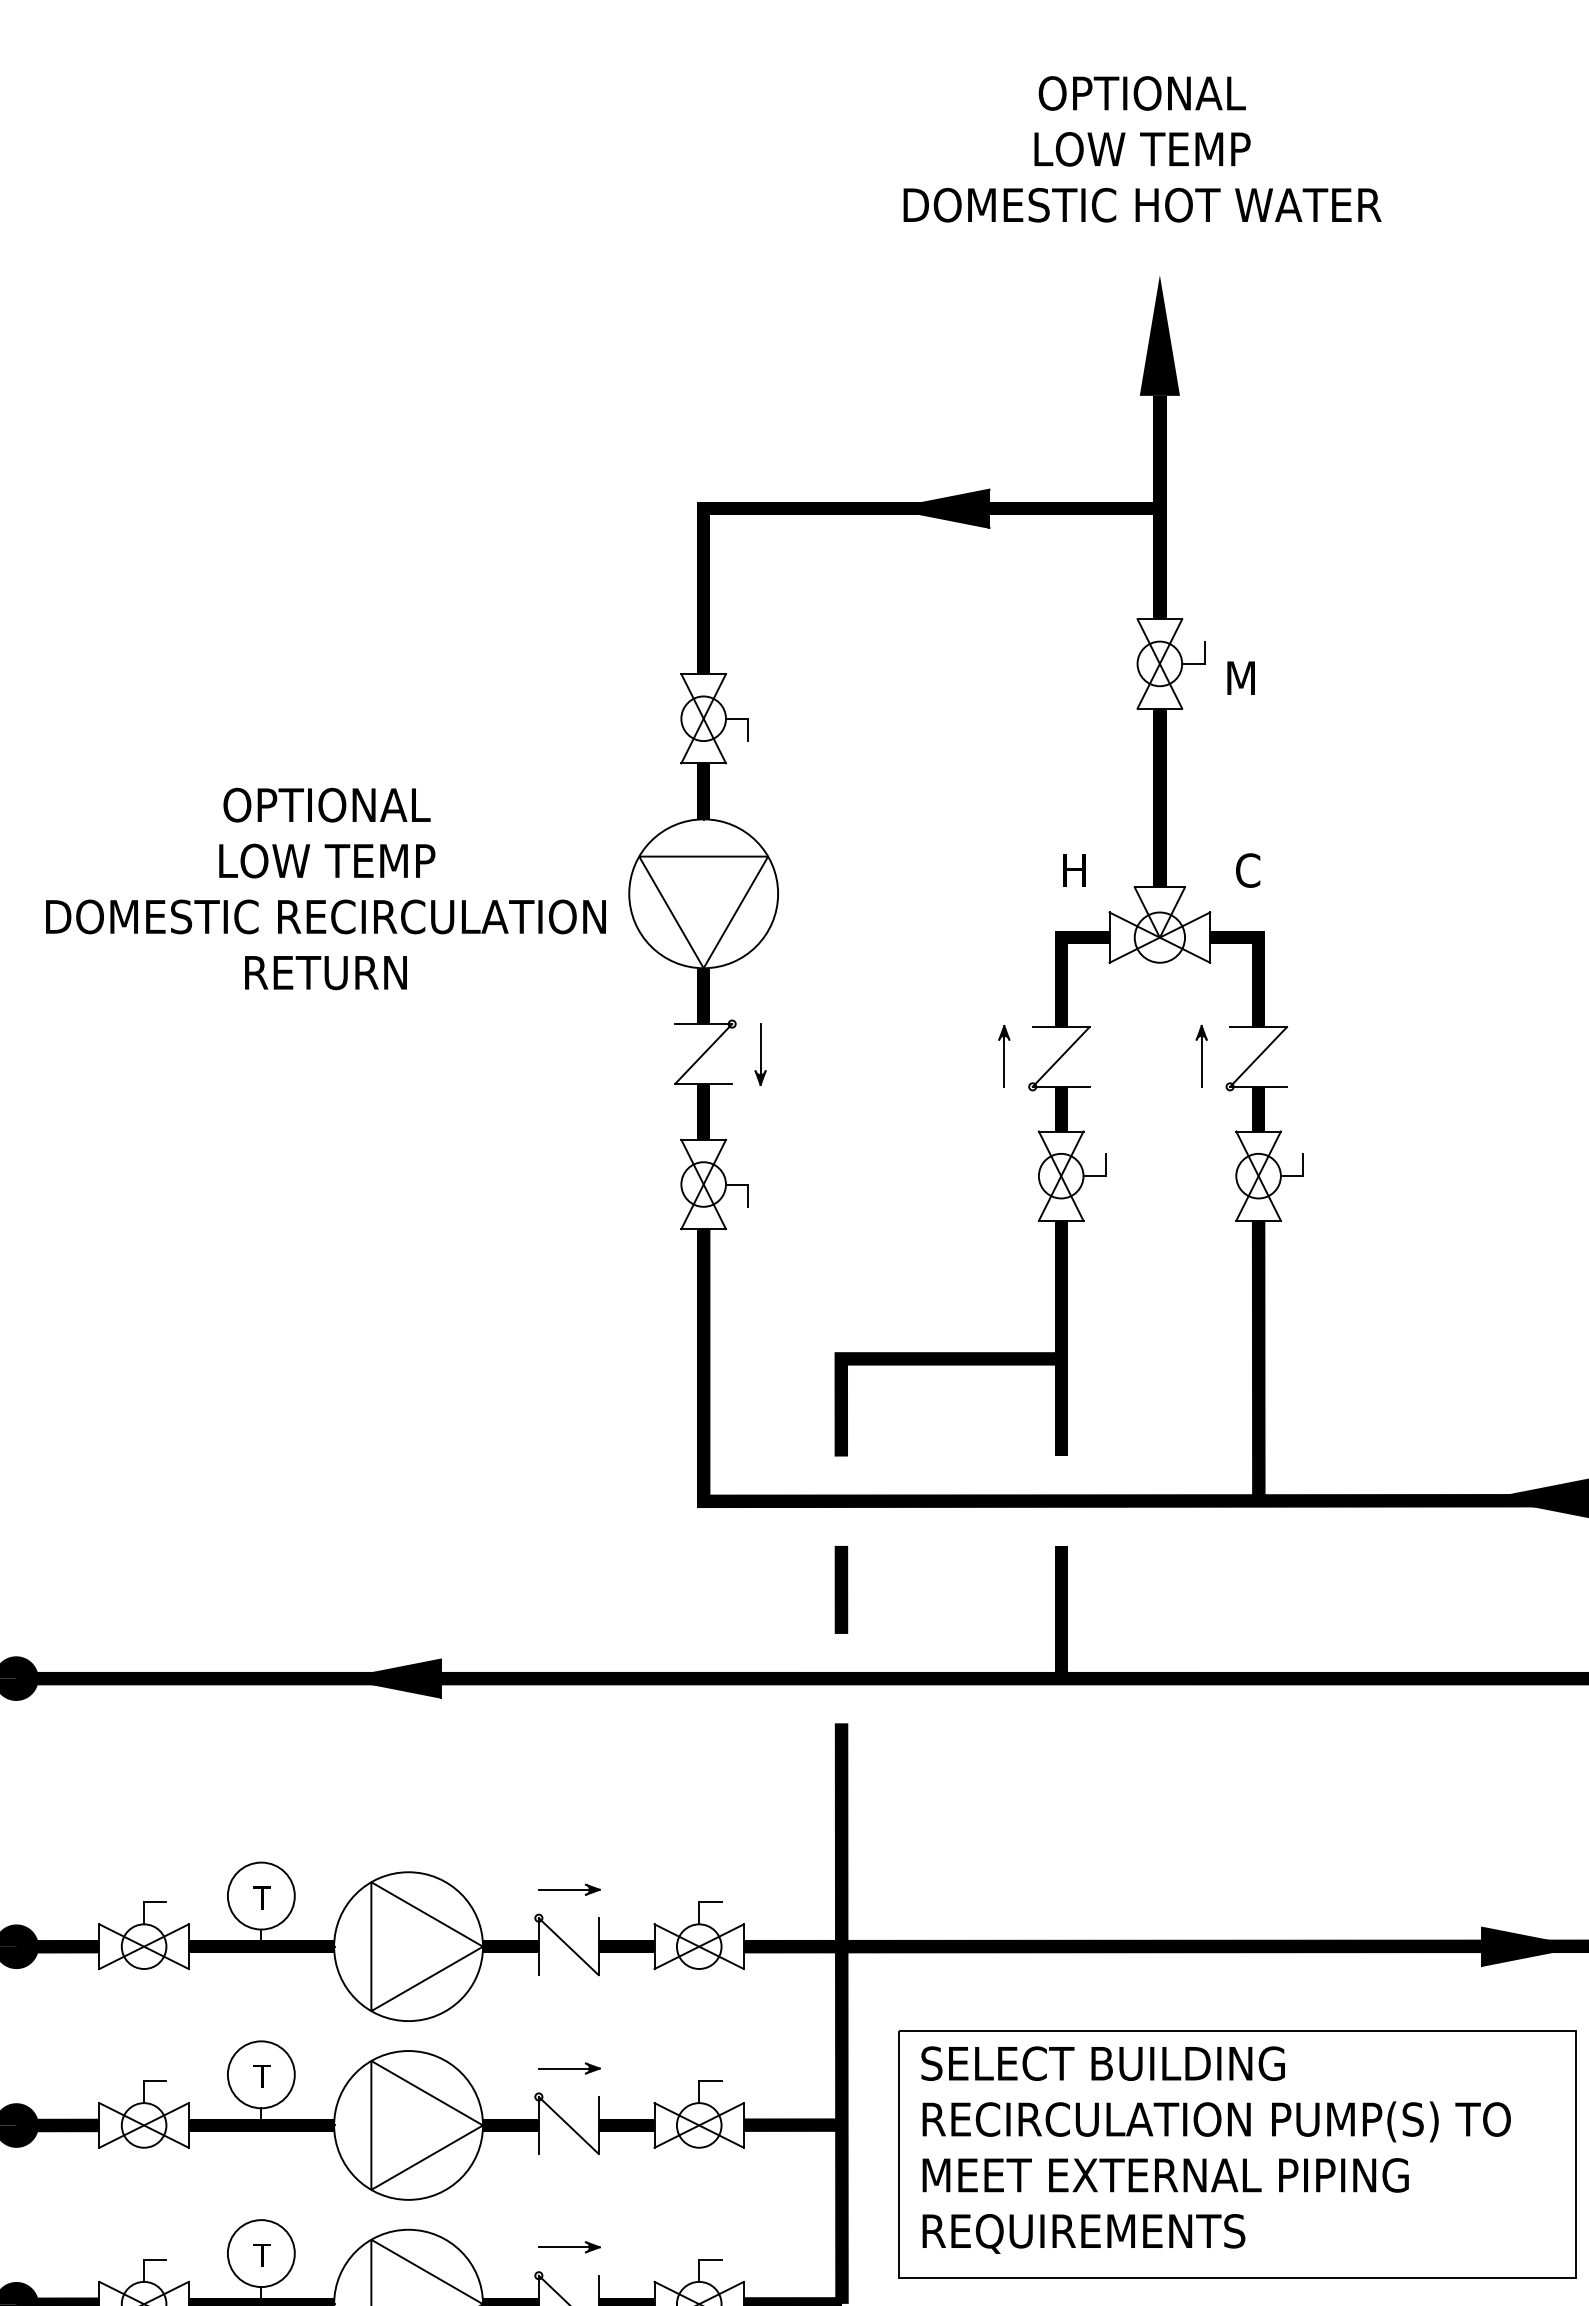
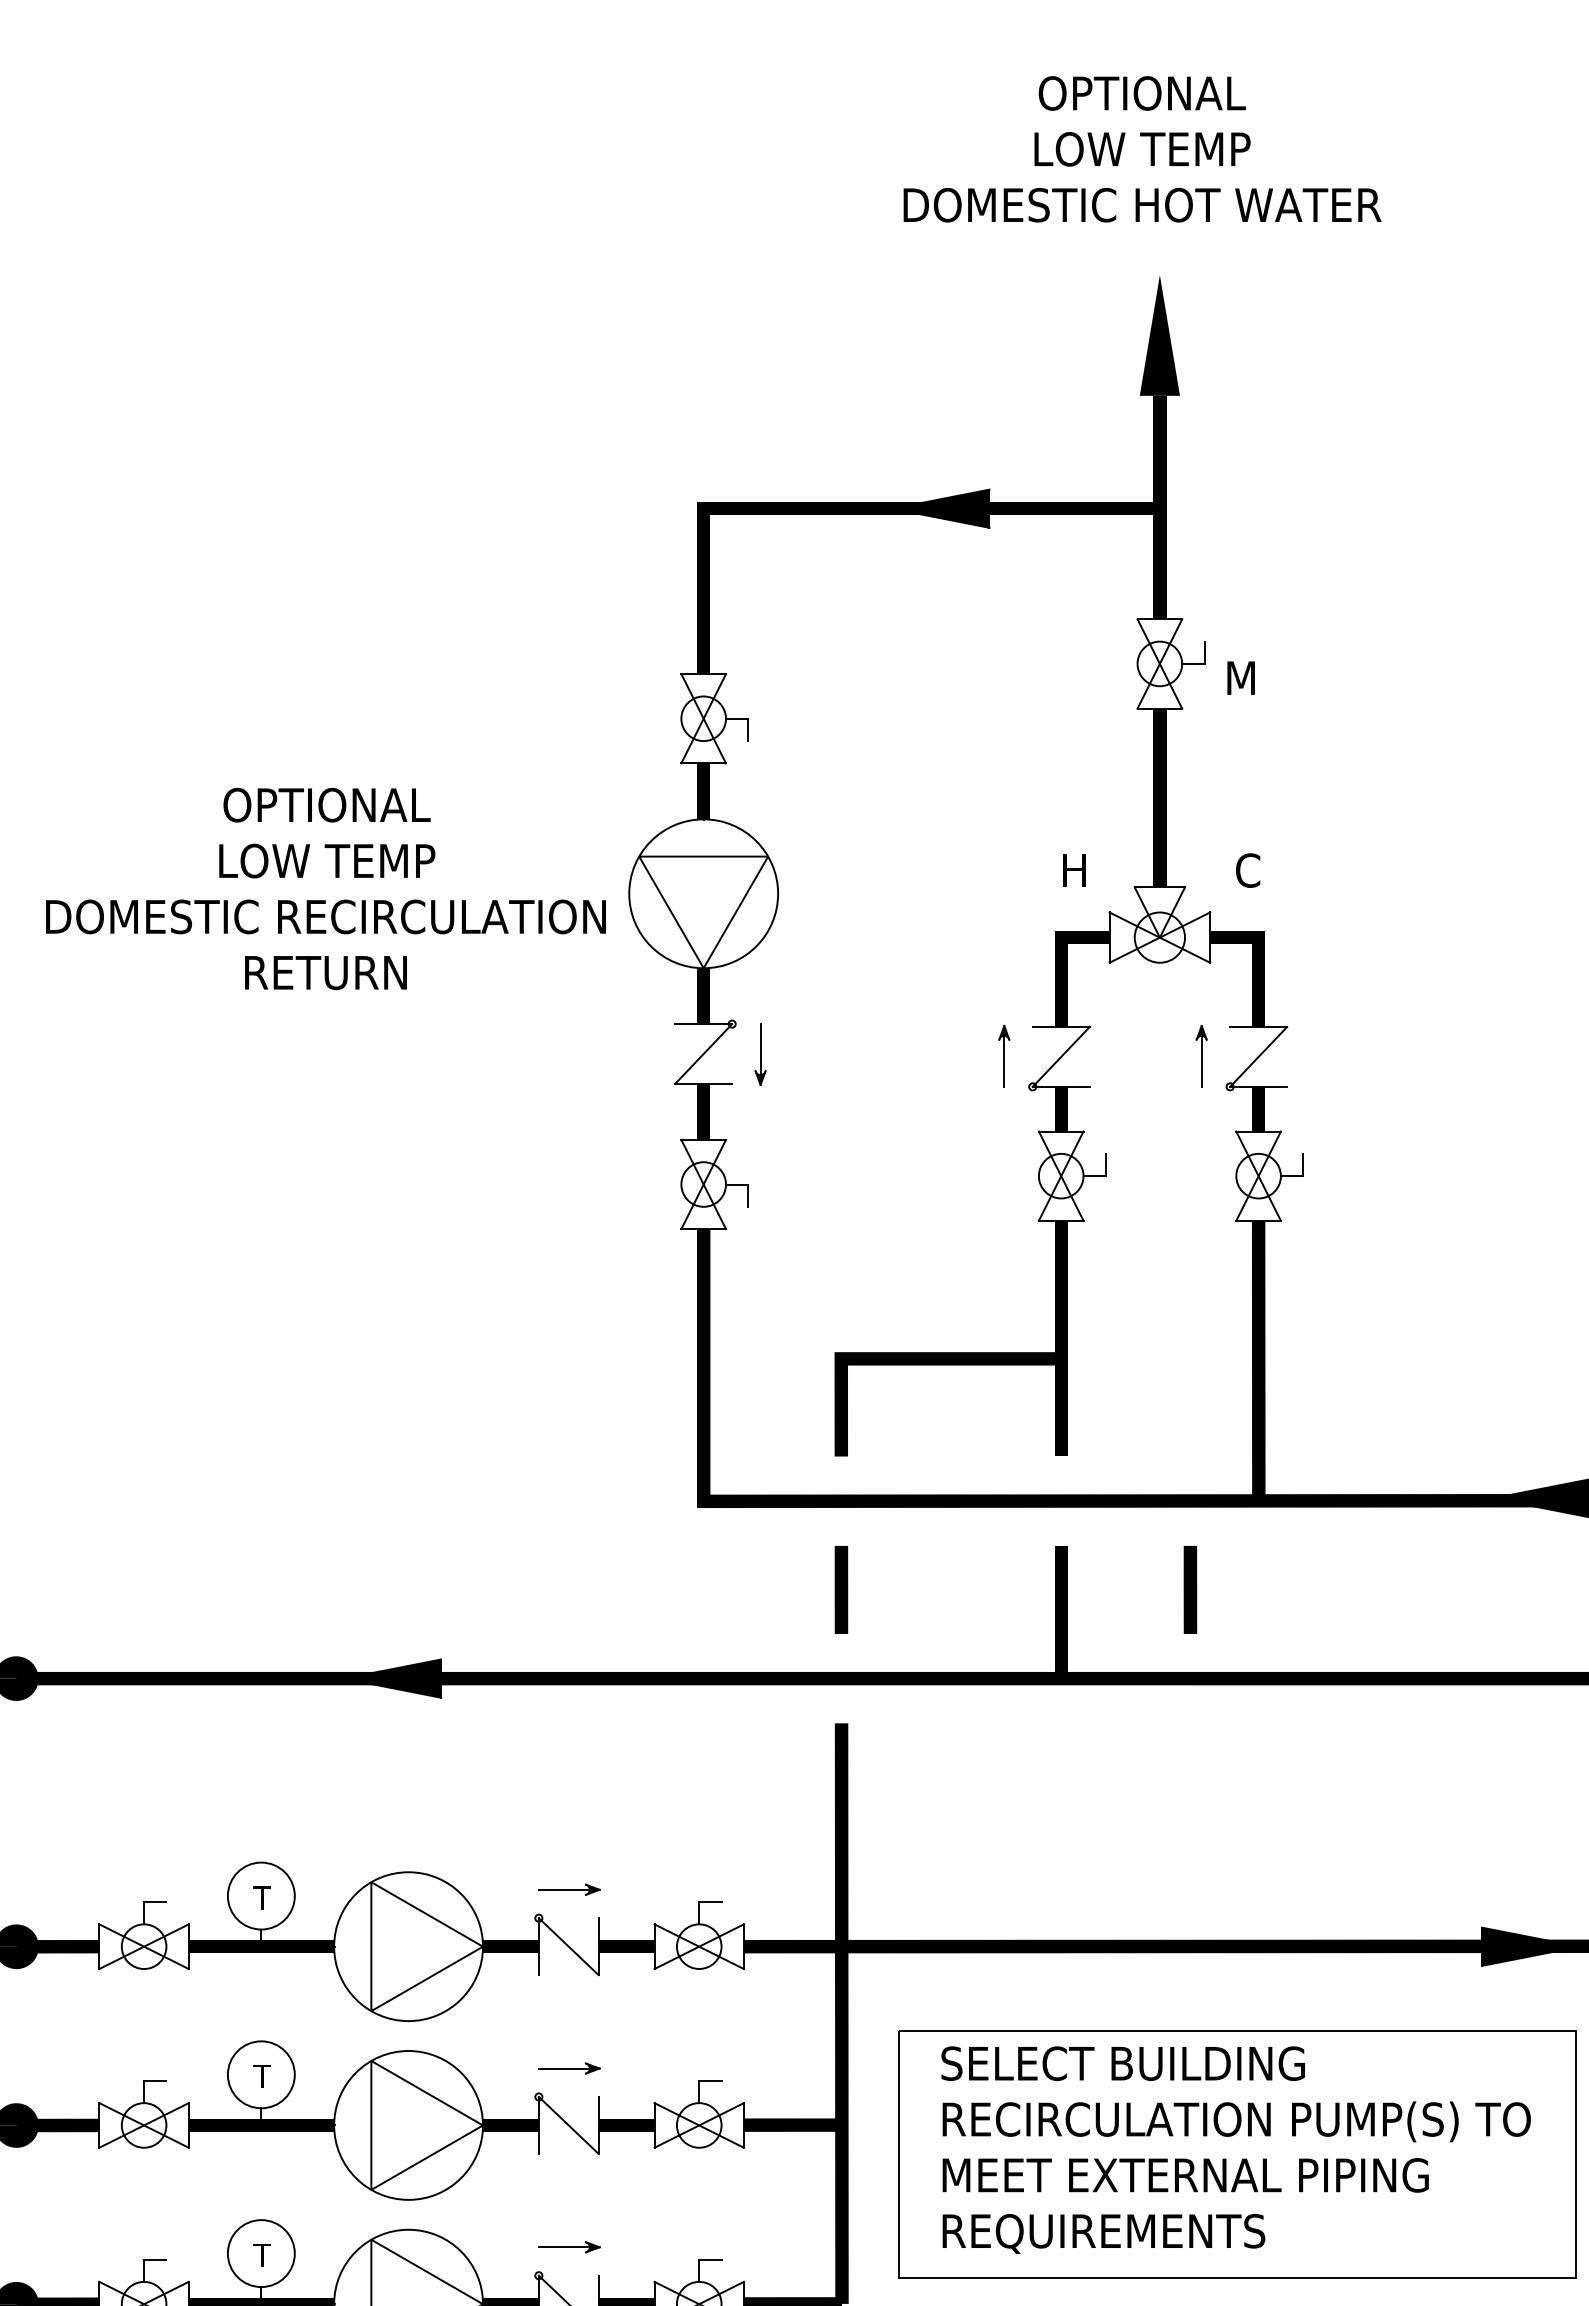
line at (1190, 1589): none -> present
text at (1215, 2149) position: (1215, 2149) -> (1235, 2149)
